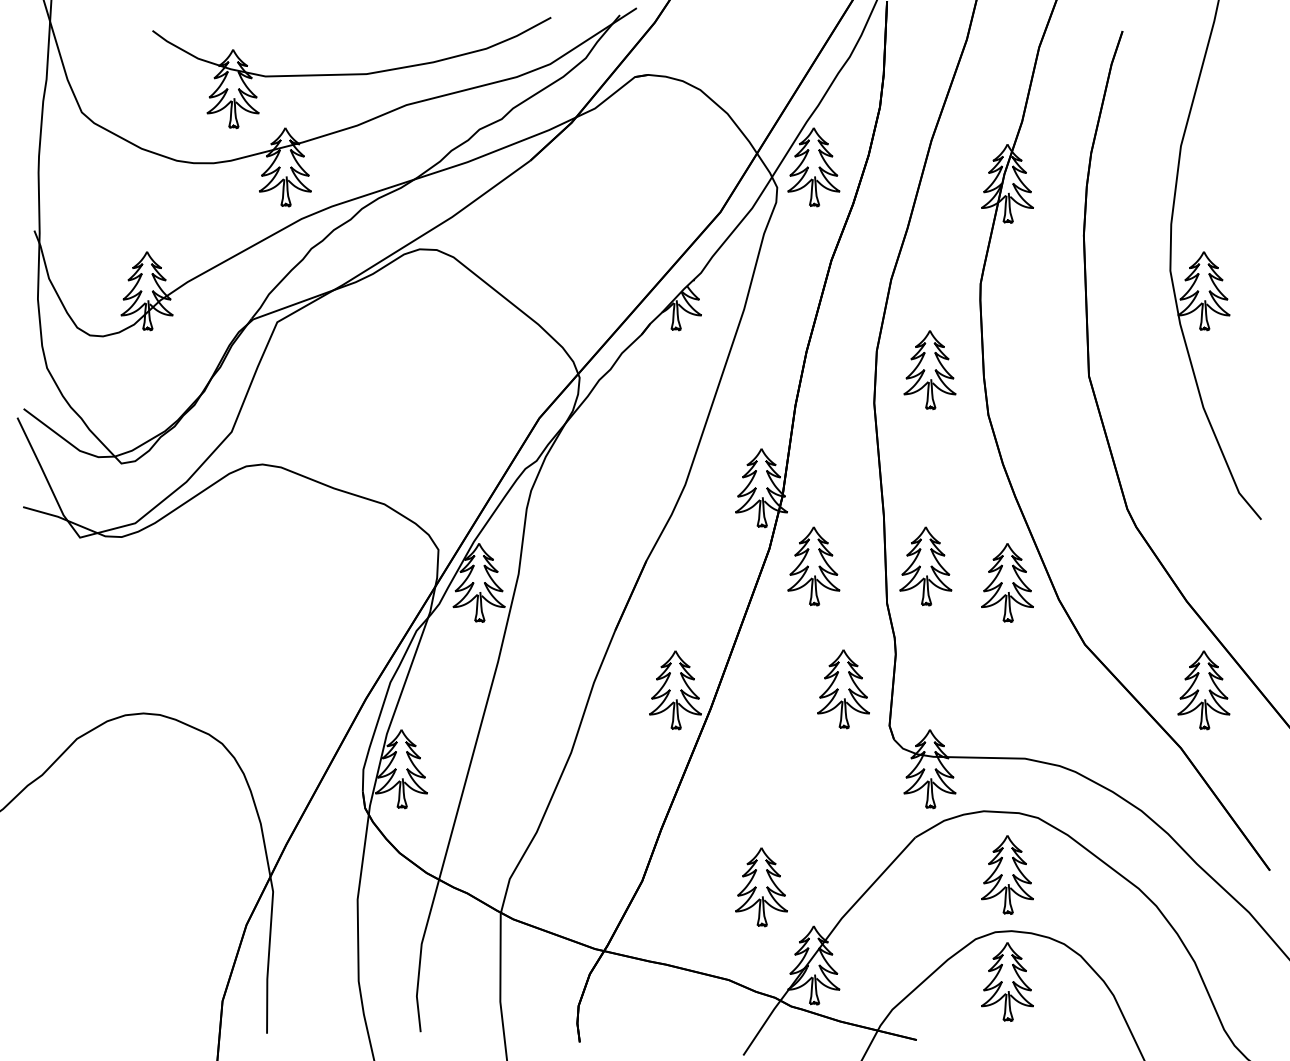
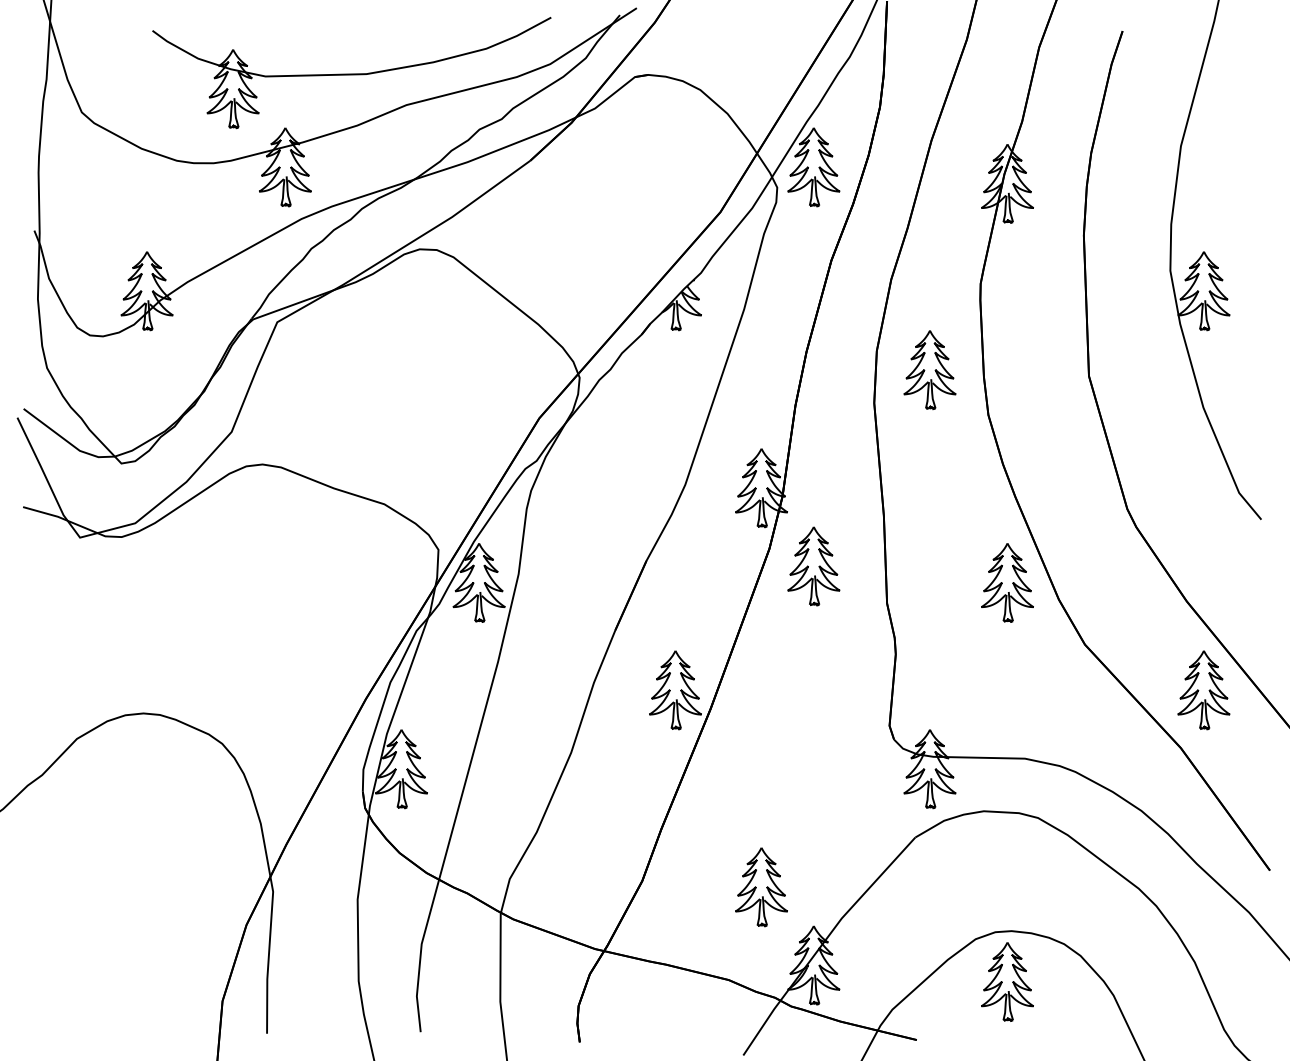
part at (925, 566): present -> none
part at (843, 689): present -> none
part at (1007, 874): present -> none
